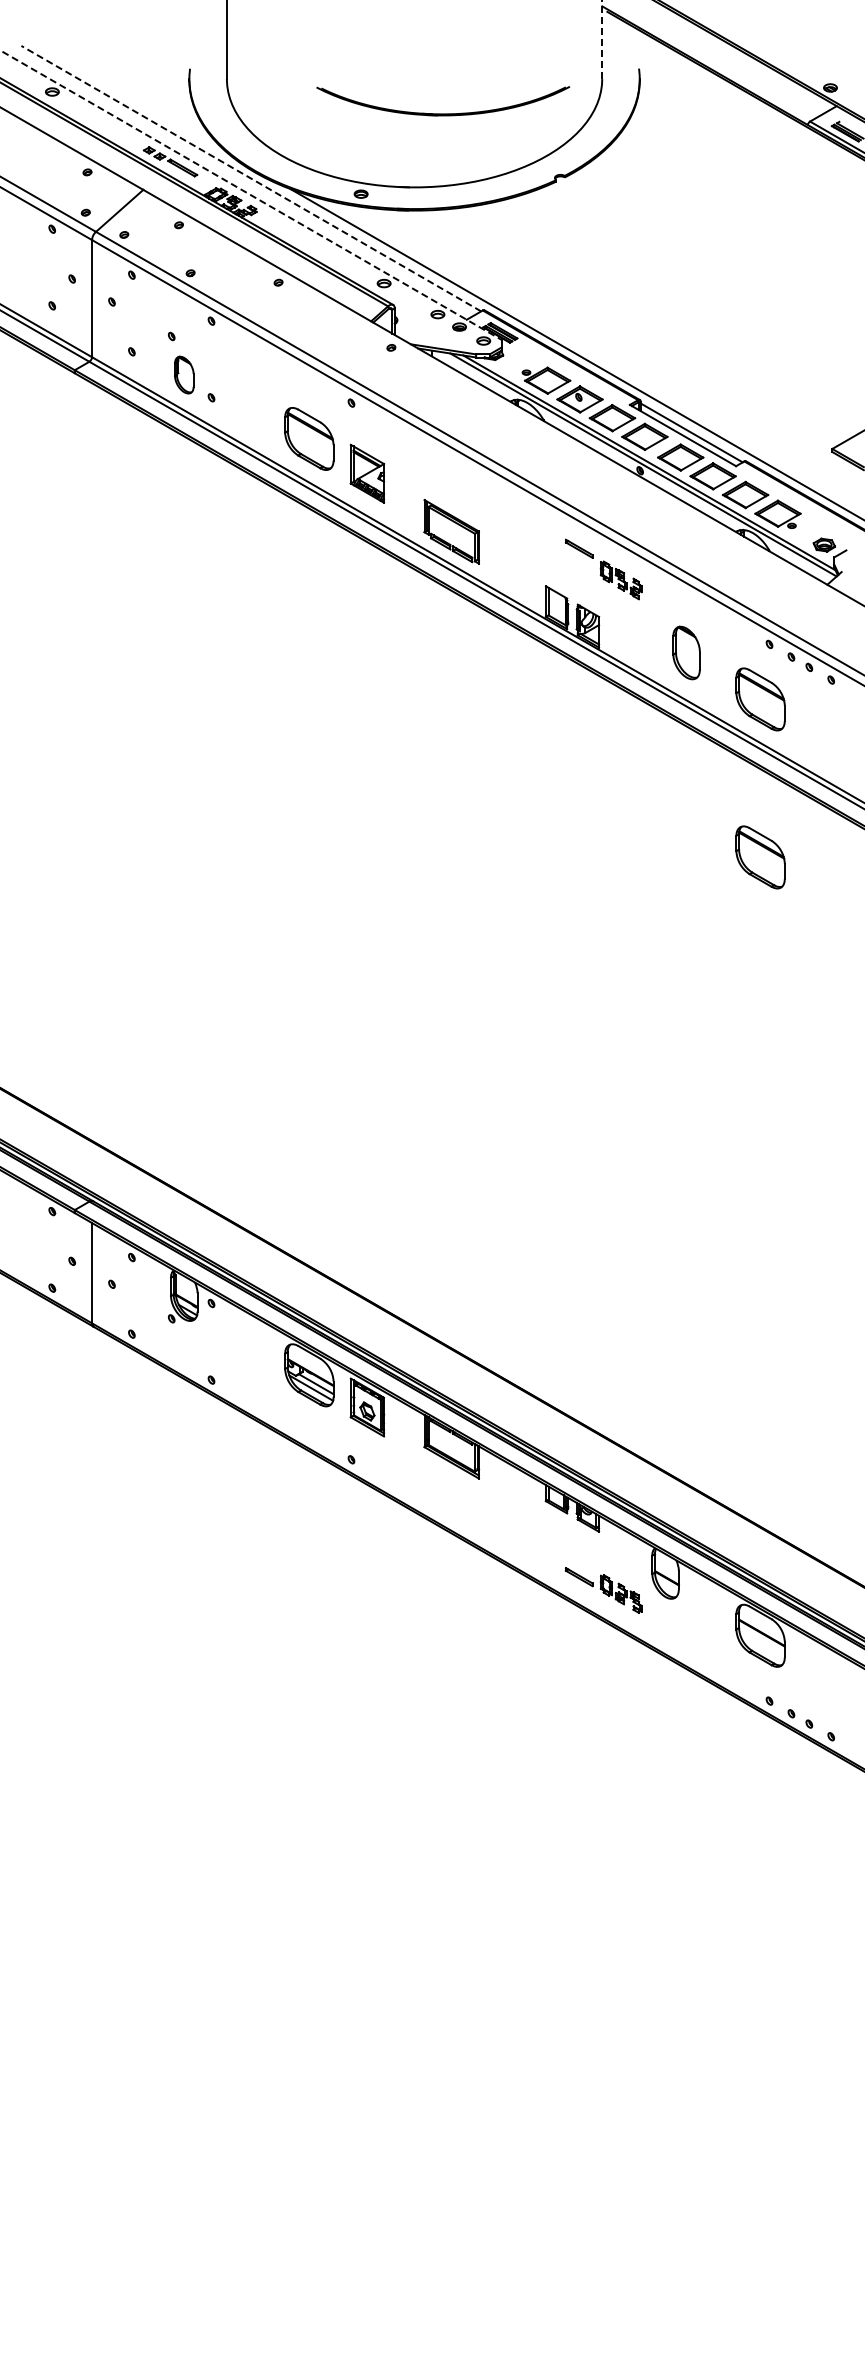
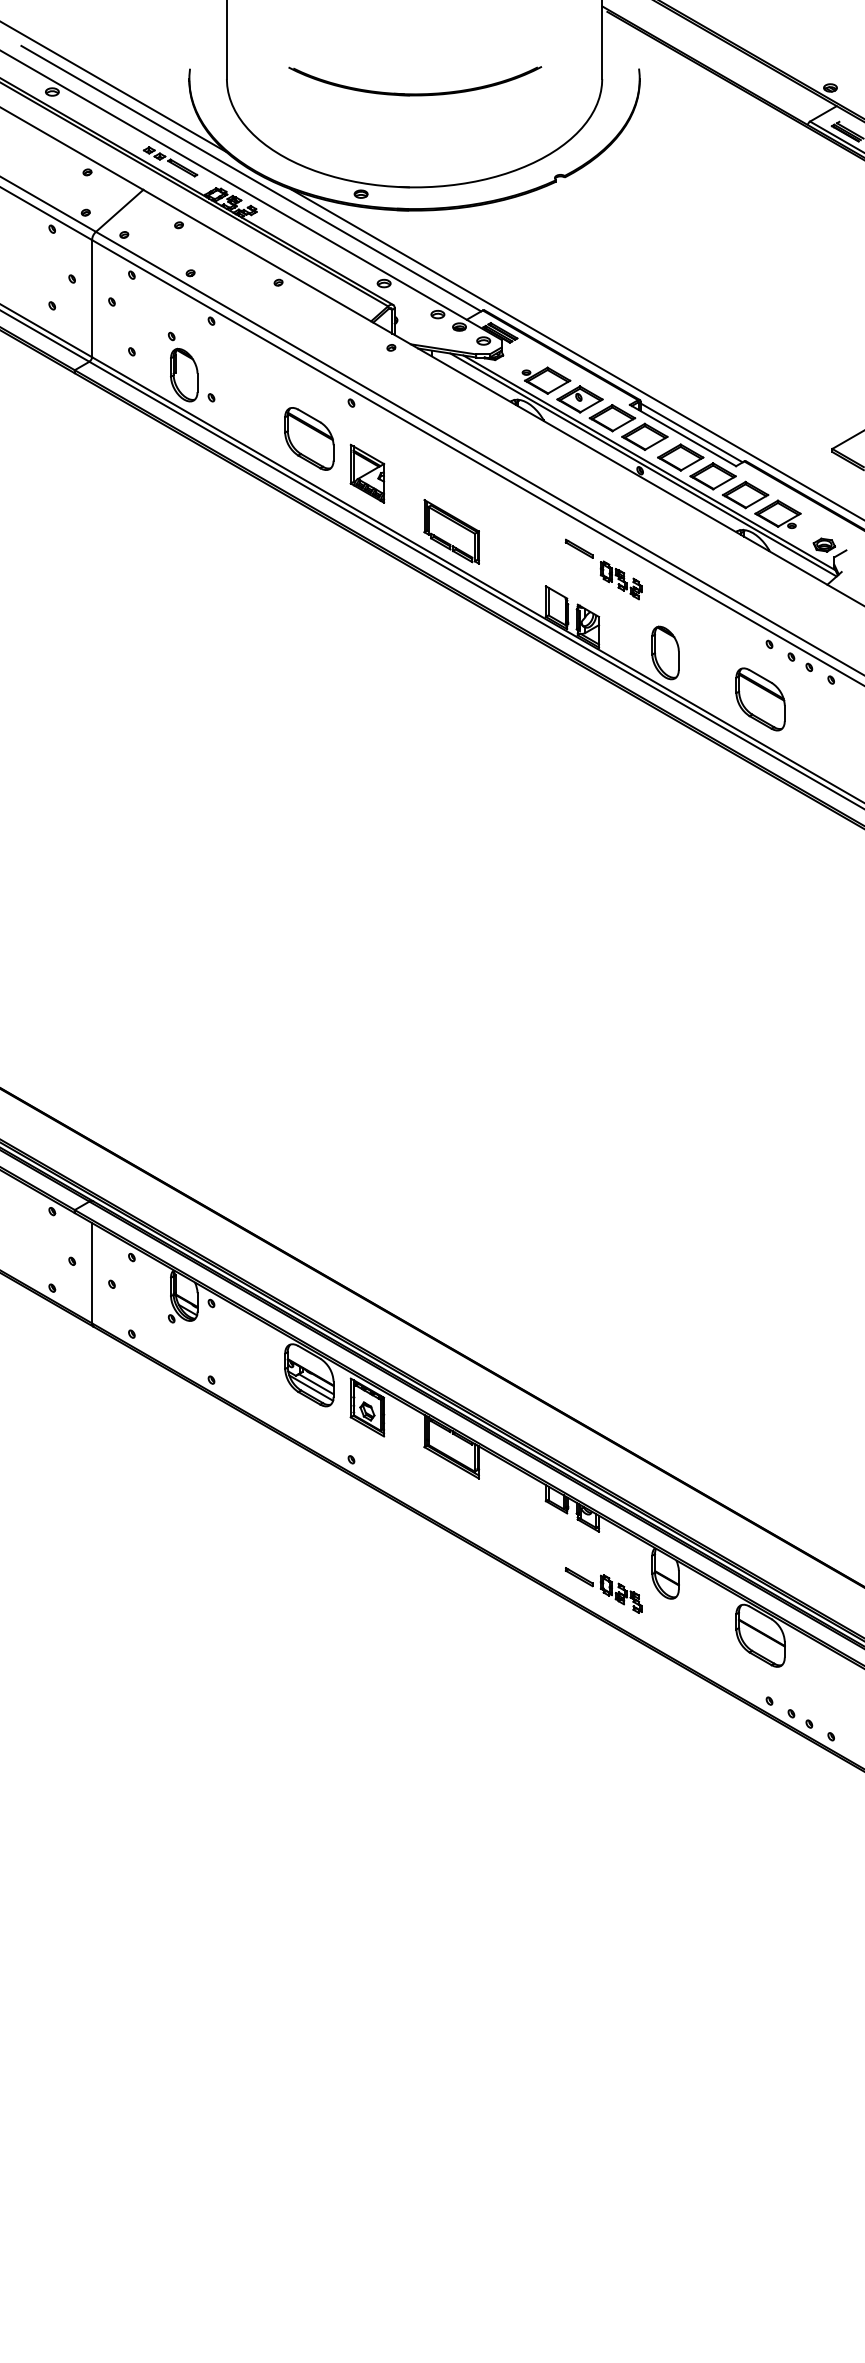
line at (602, 39): dashed -> solid
line at (114, 86): none -> present
part at (443, 113) position: (443, 113) -> (415, 93)
line at (250, 178): dashed -> solid
line at (251, 195): dashed -> solid
part at (184, 374) size: 21x40 px -> 29x56 px
part at (686, 652) position: (686, 652) -> (665, 652)
part at (760, 857): present -> none
